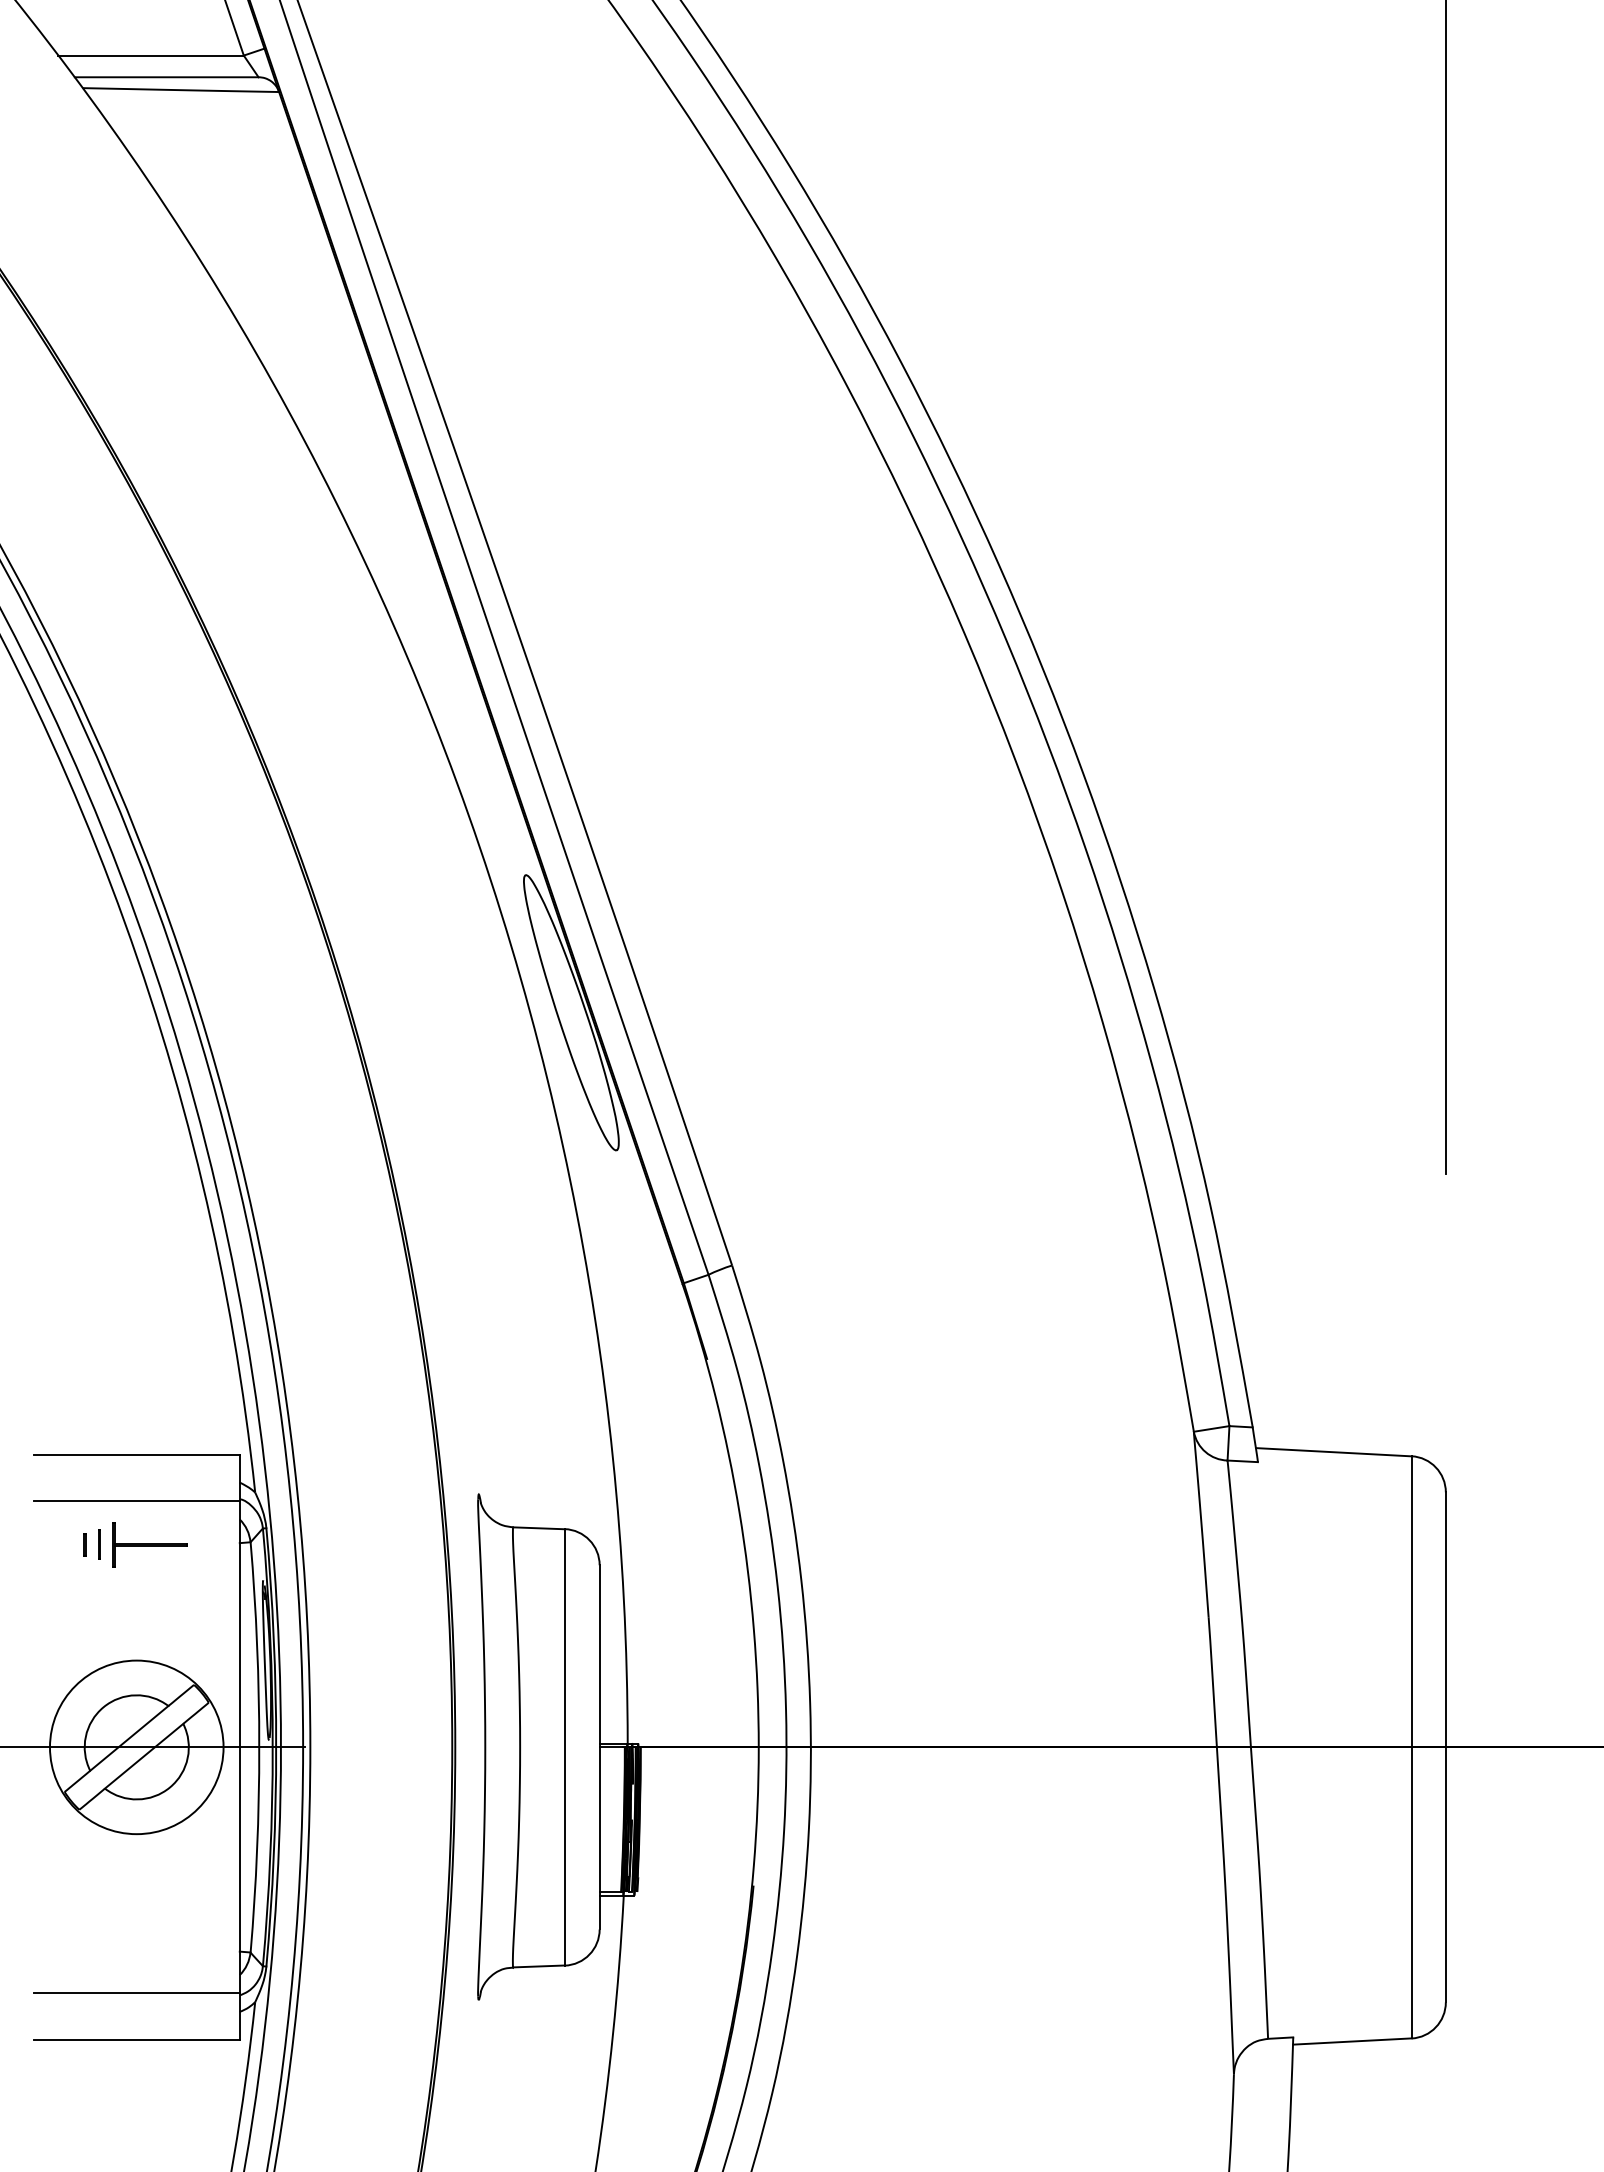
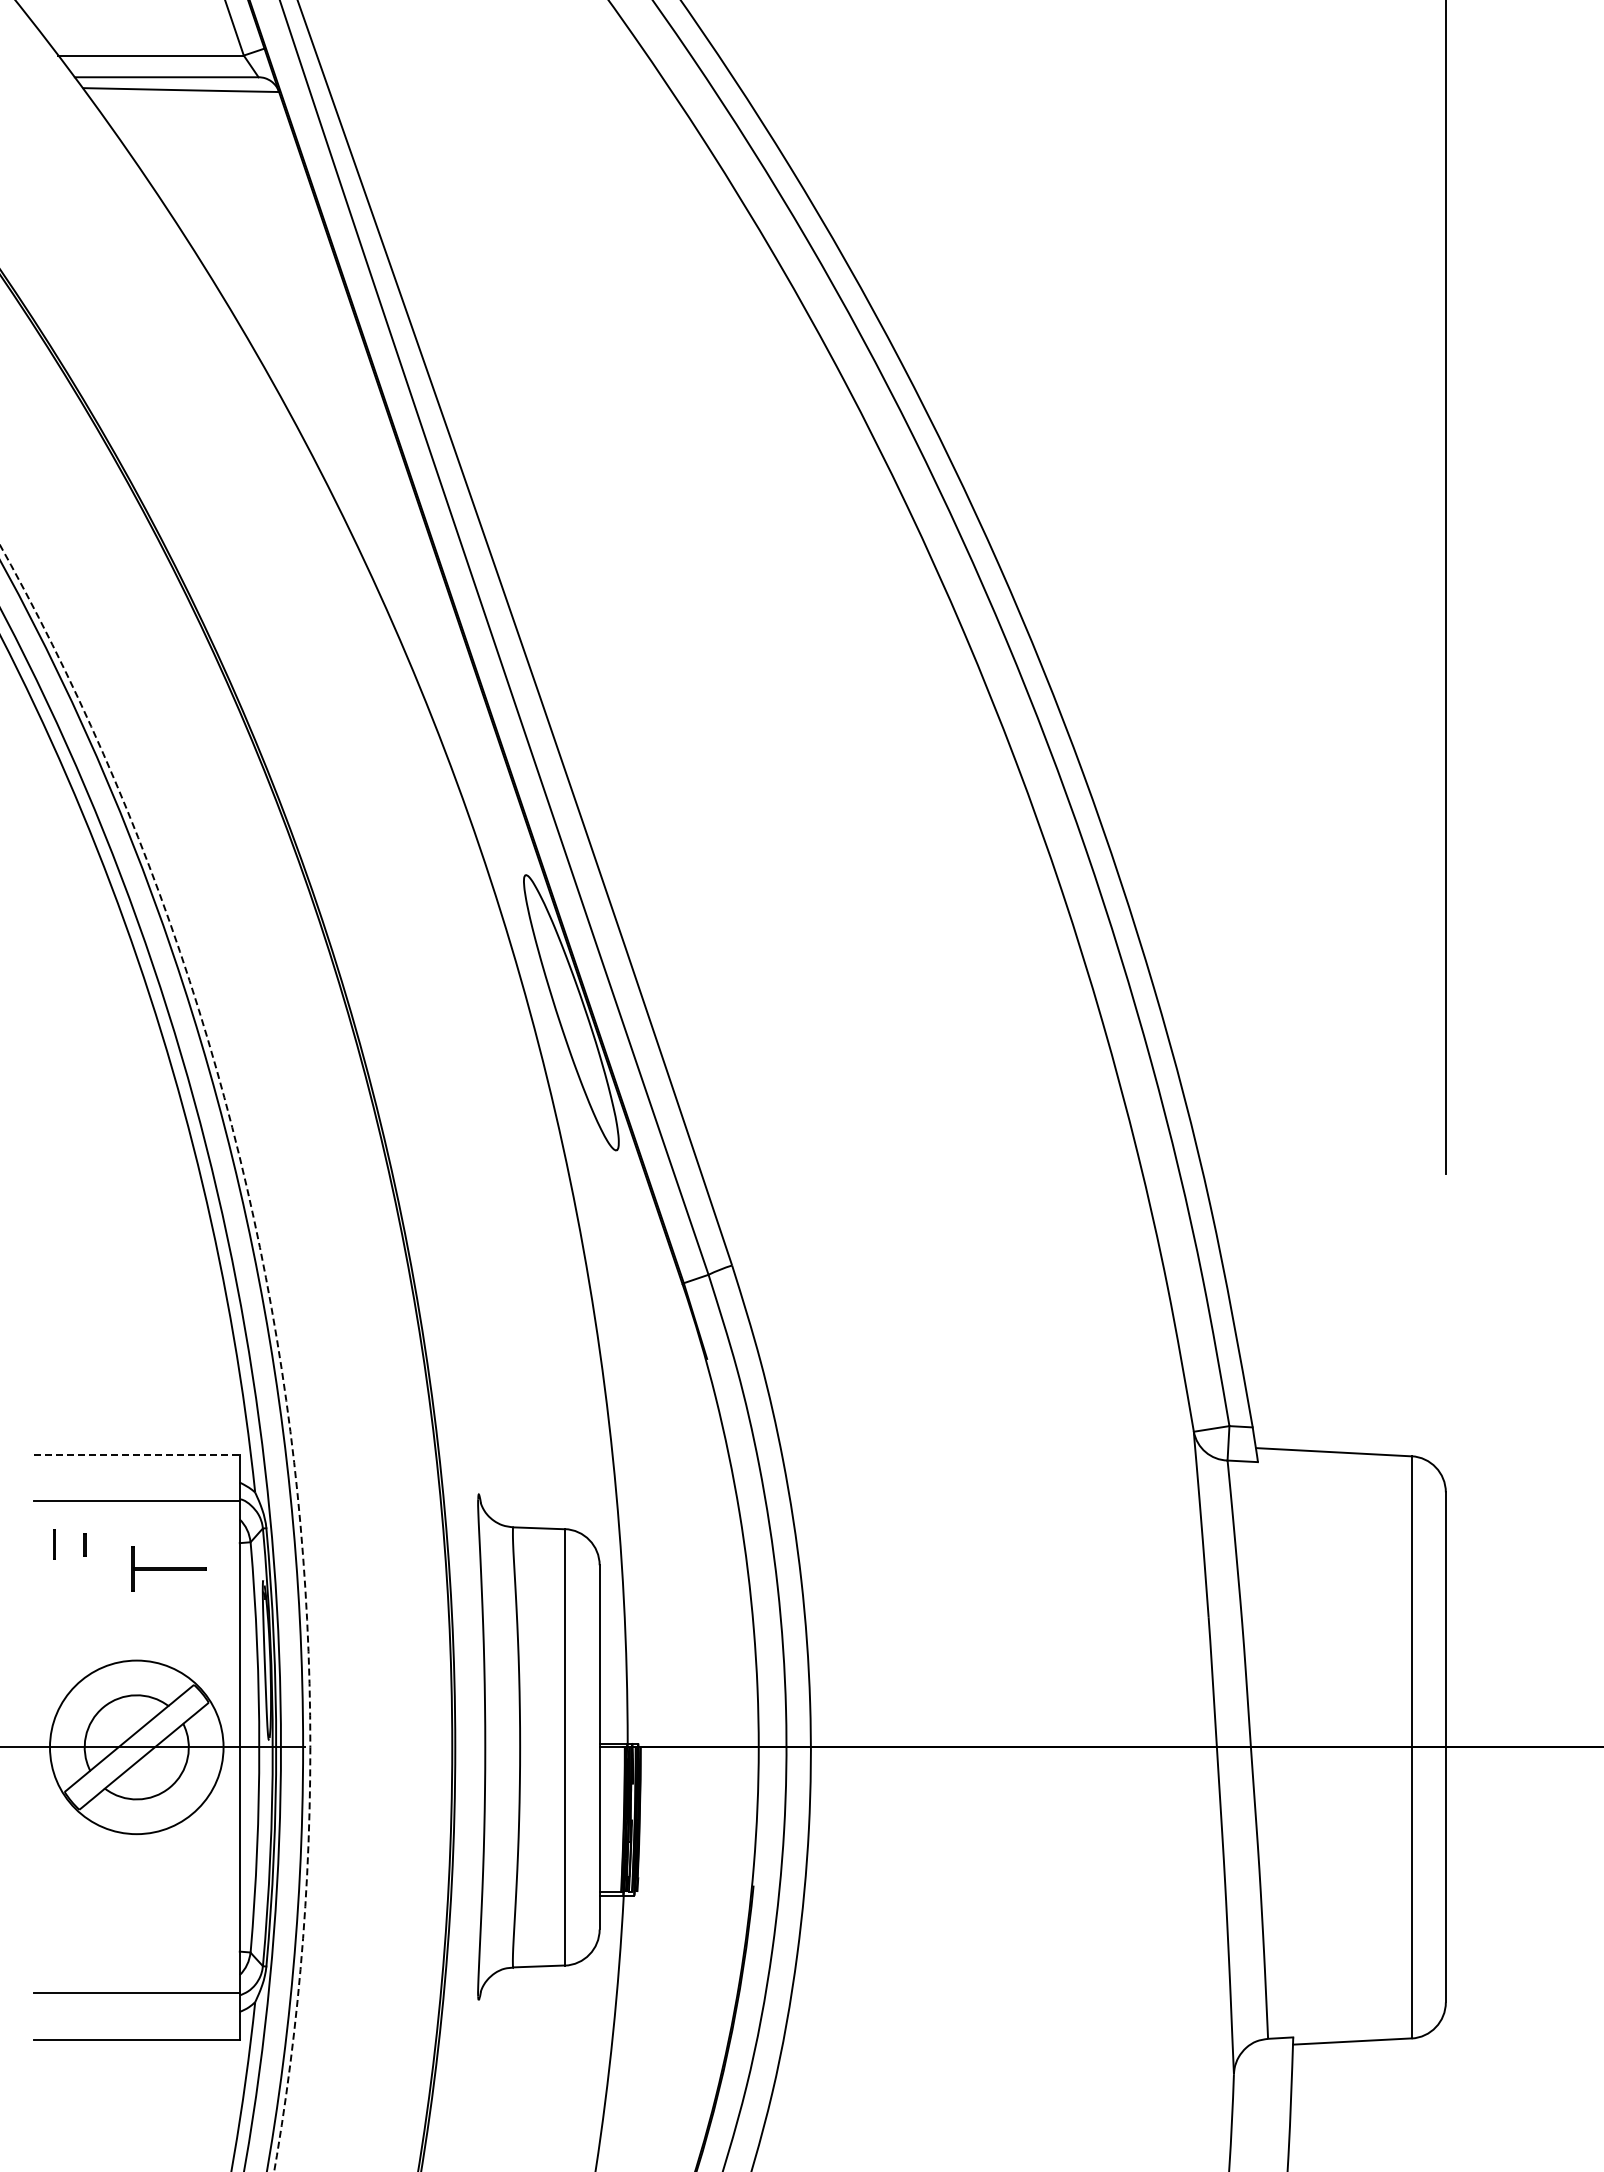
circle at (155, 1358): solid -> dashed
line at (137, 1455): solid -> dashed
line at (99, 1544) position: (99, 1544) -> (54, 1544)
part at (149, 1544) position: (149, 1544) -> (168, 1568)
